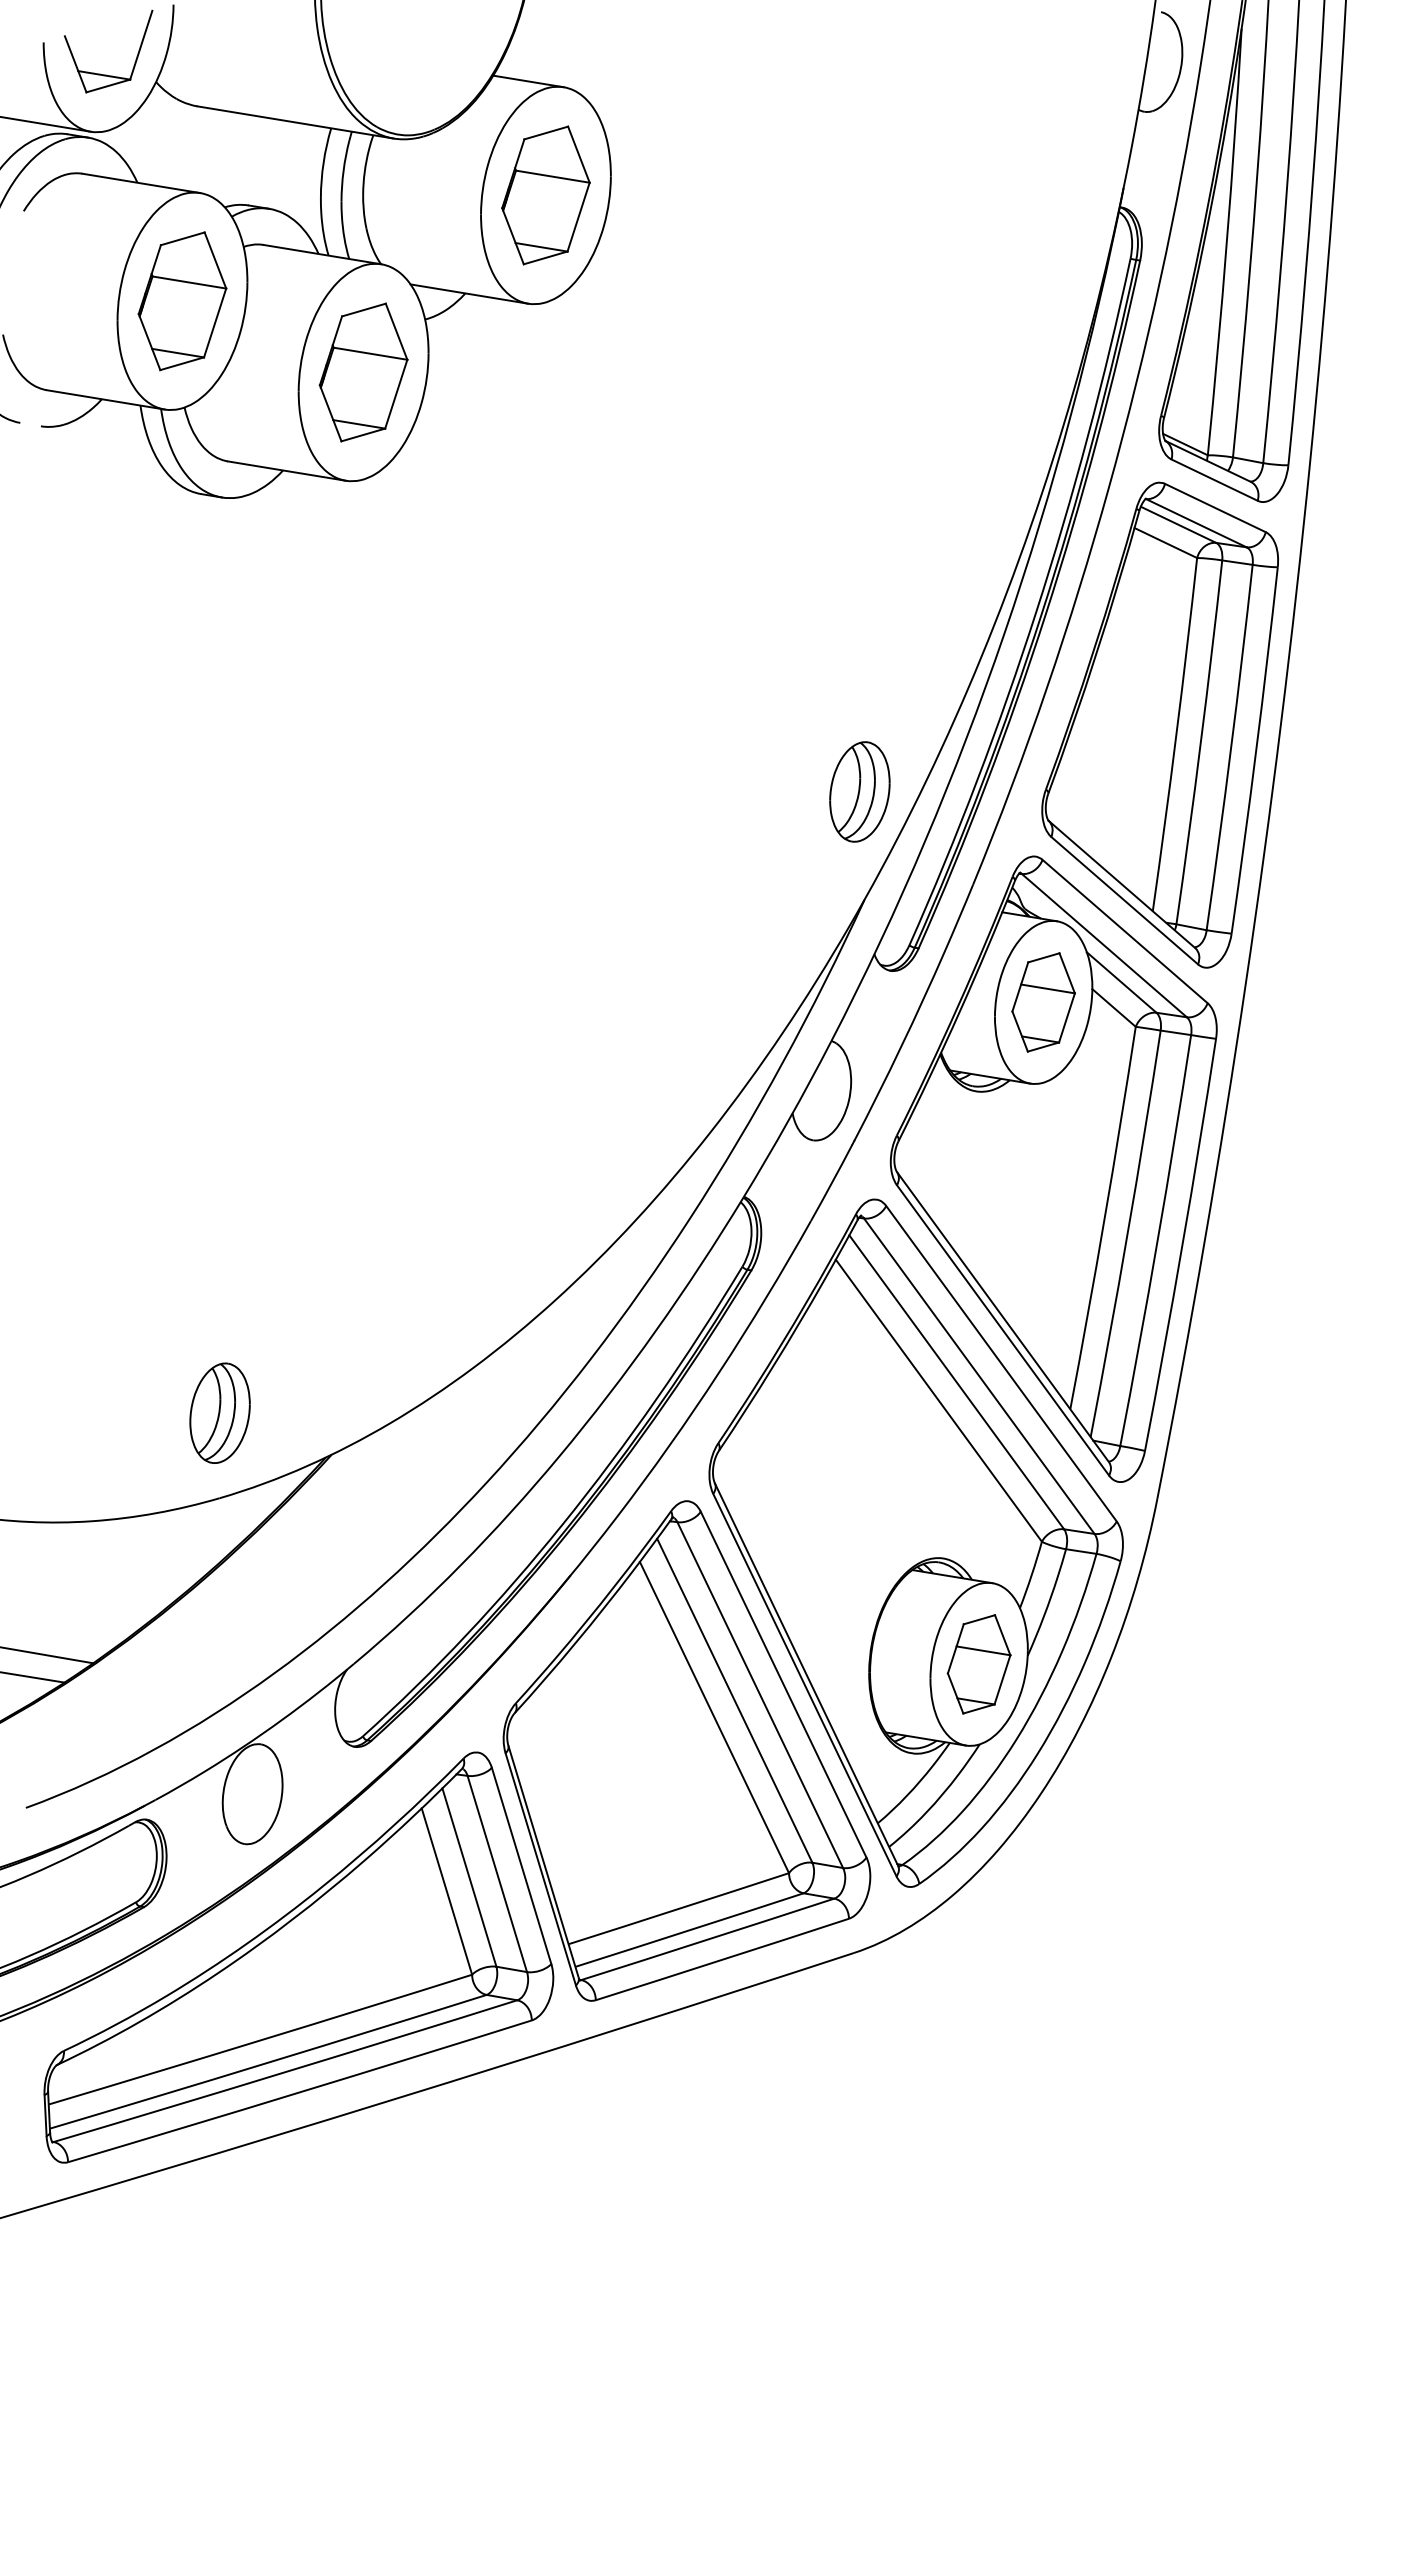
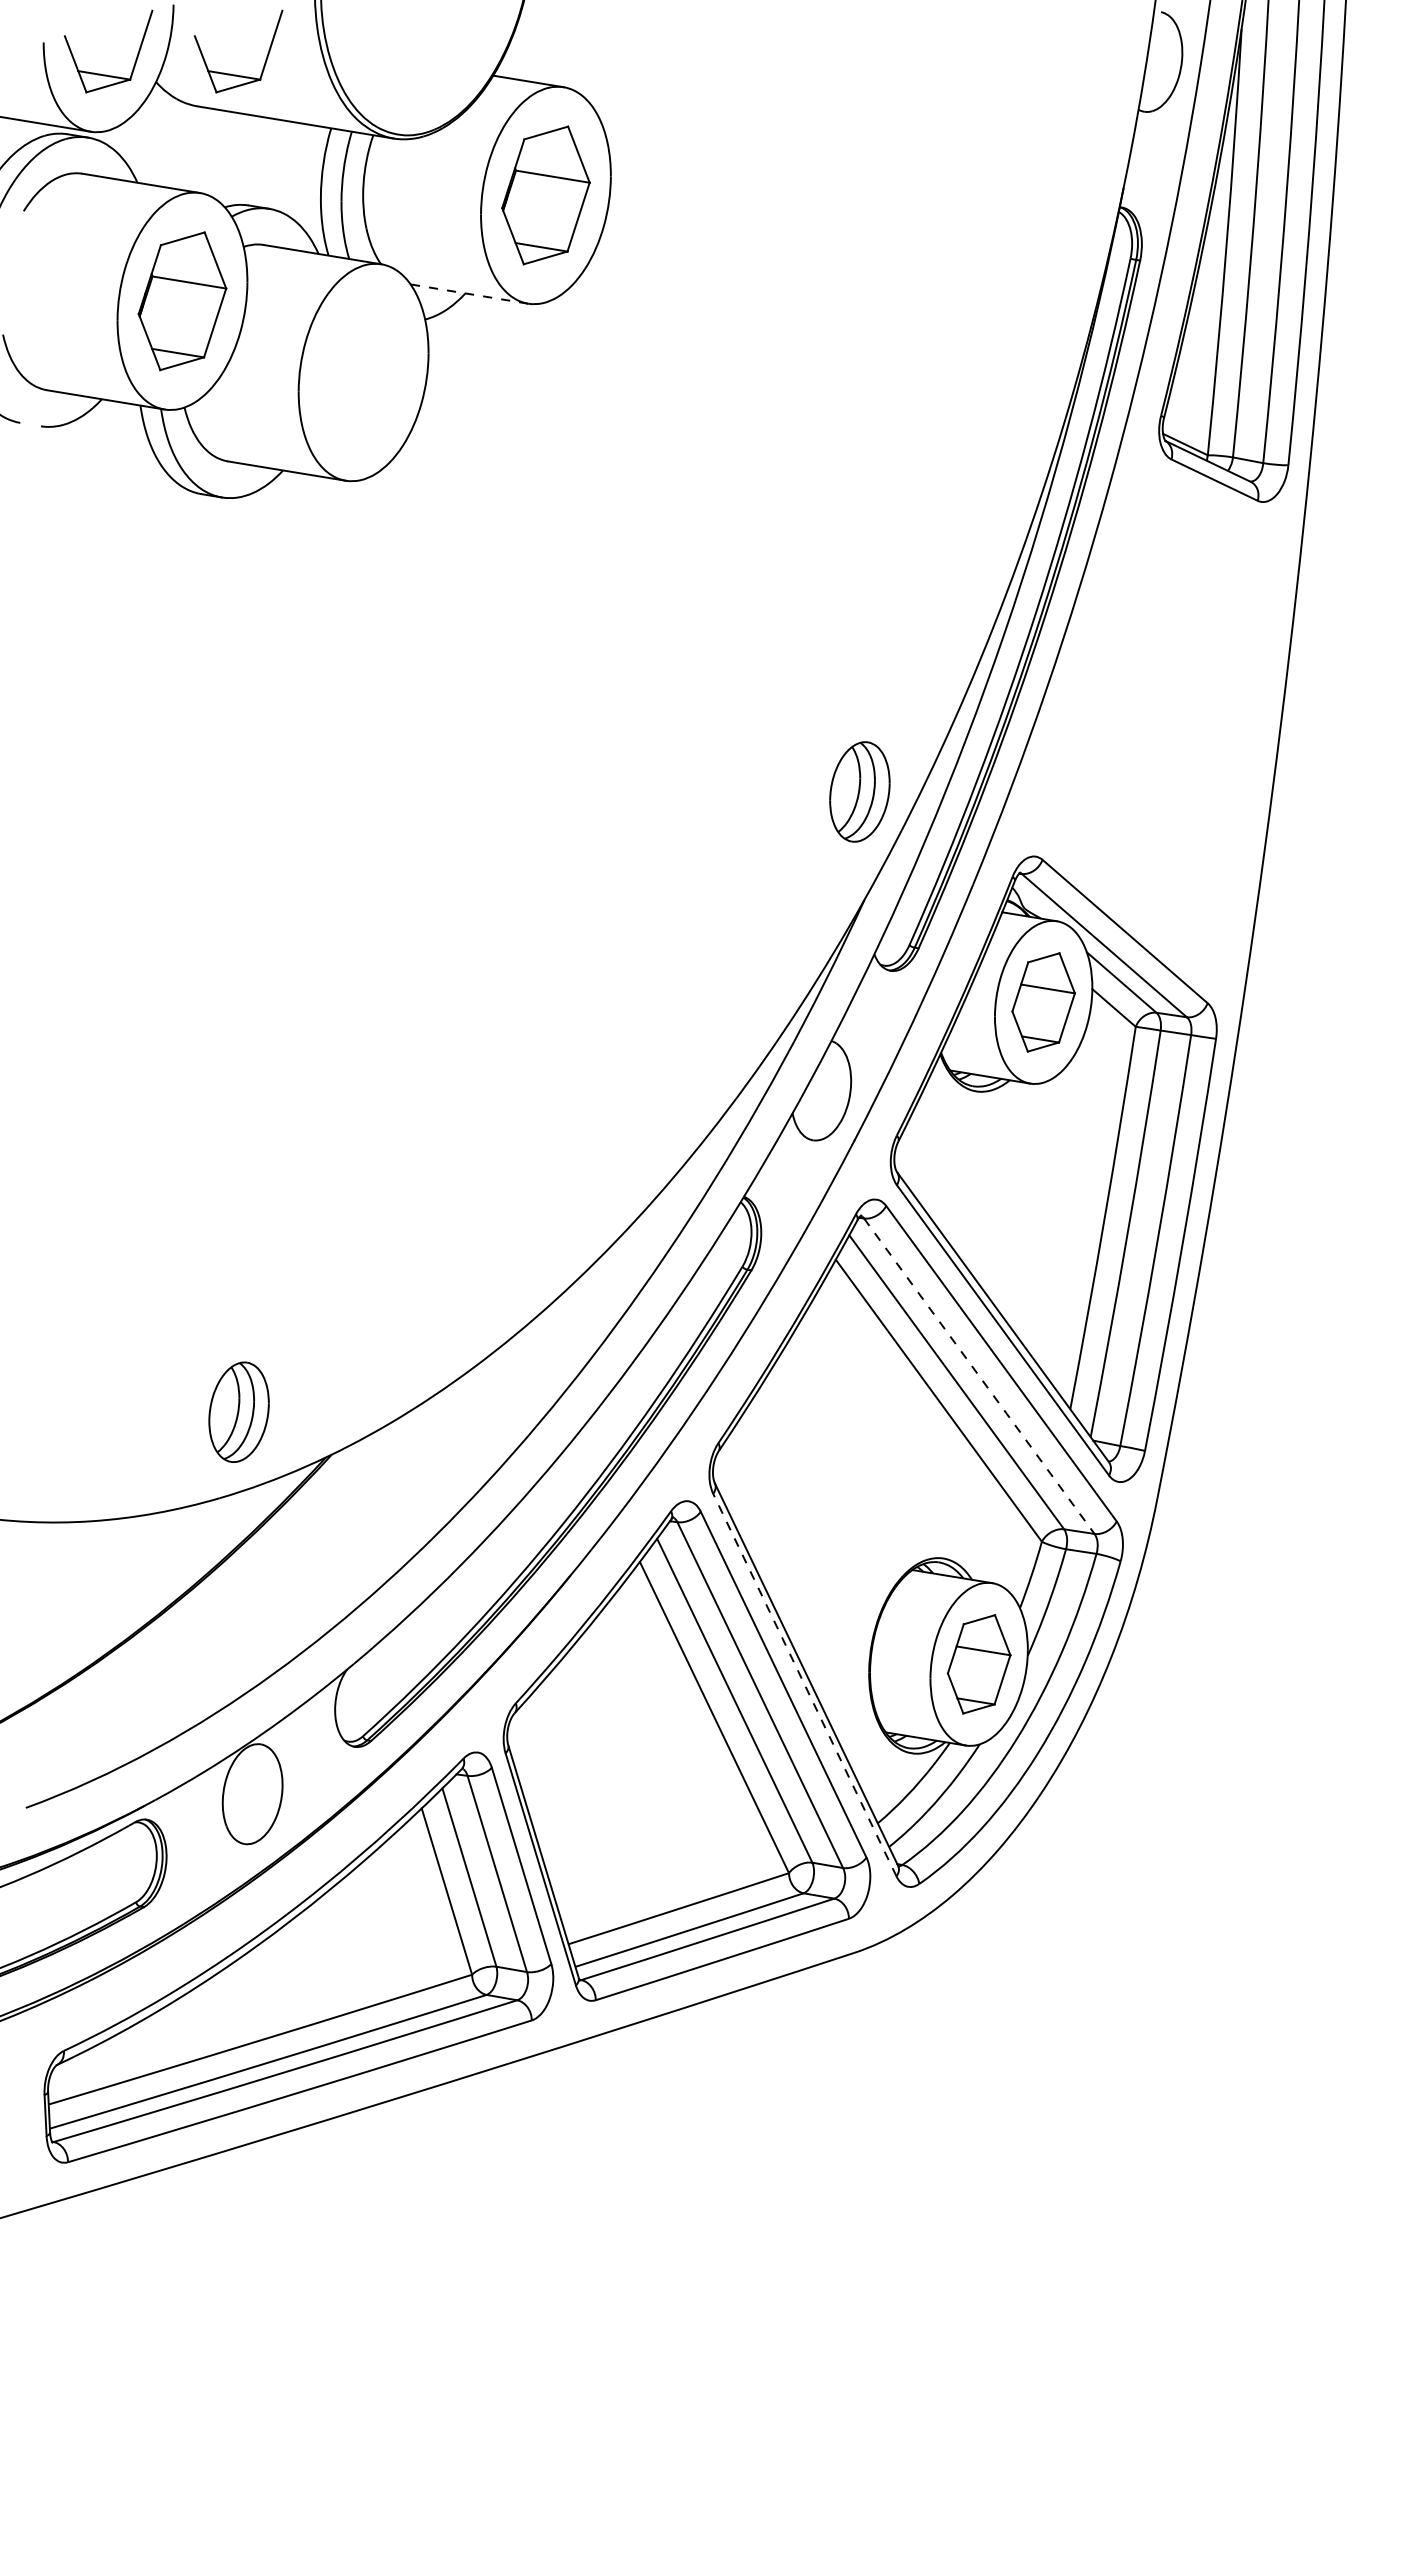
part at (236, 74): none -> present
line at (469, 294): solid -> dashed
part at (363, 372): present -> none
part at (1159, 724): present -> none
line at (979, 1376): solid -> dashed
part at (219, 1412) position: (219, 1412) -> (238, 1411)
line at (47, 1655): present -> none
line at (33, 1677): present -> none
line at (804, 1684): solid -> dashed
